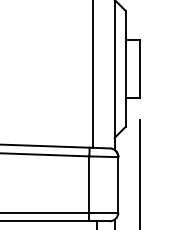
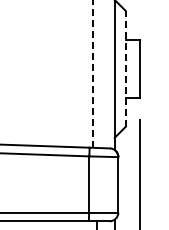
line at (125, 68): solid -> dashed
line at (93, 74): solid -> dashed
